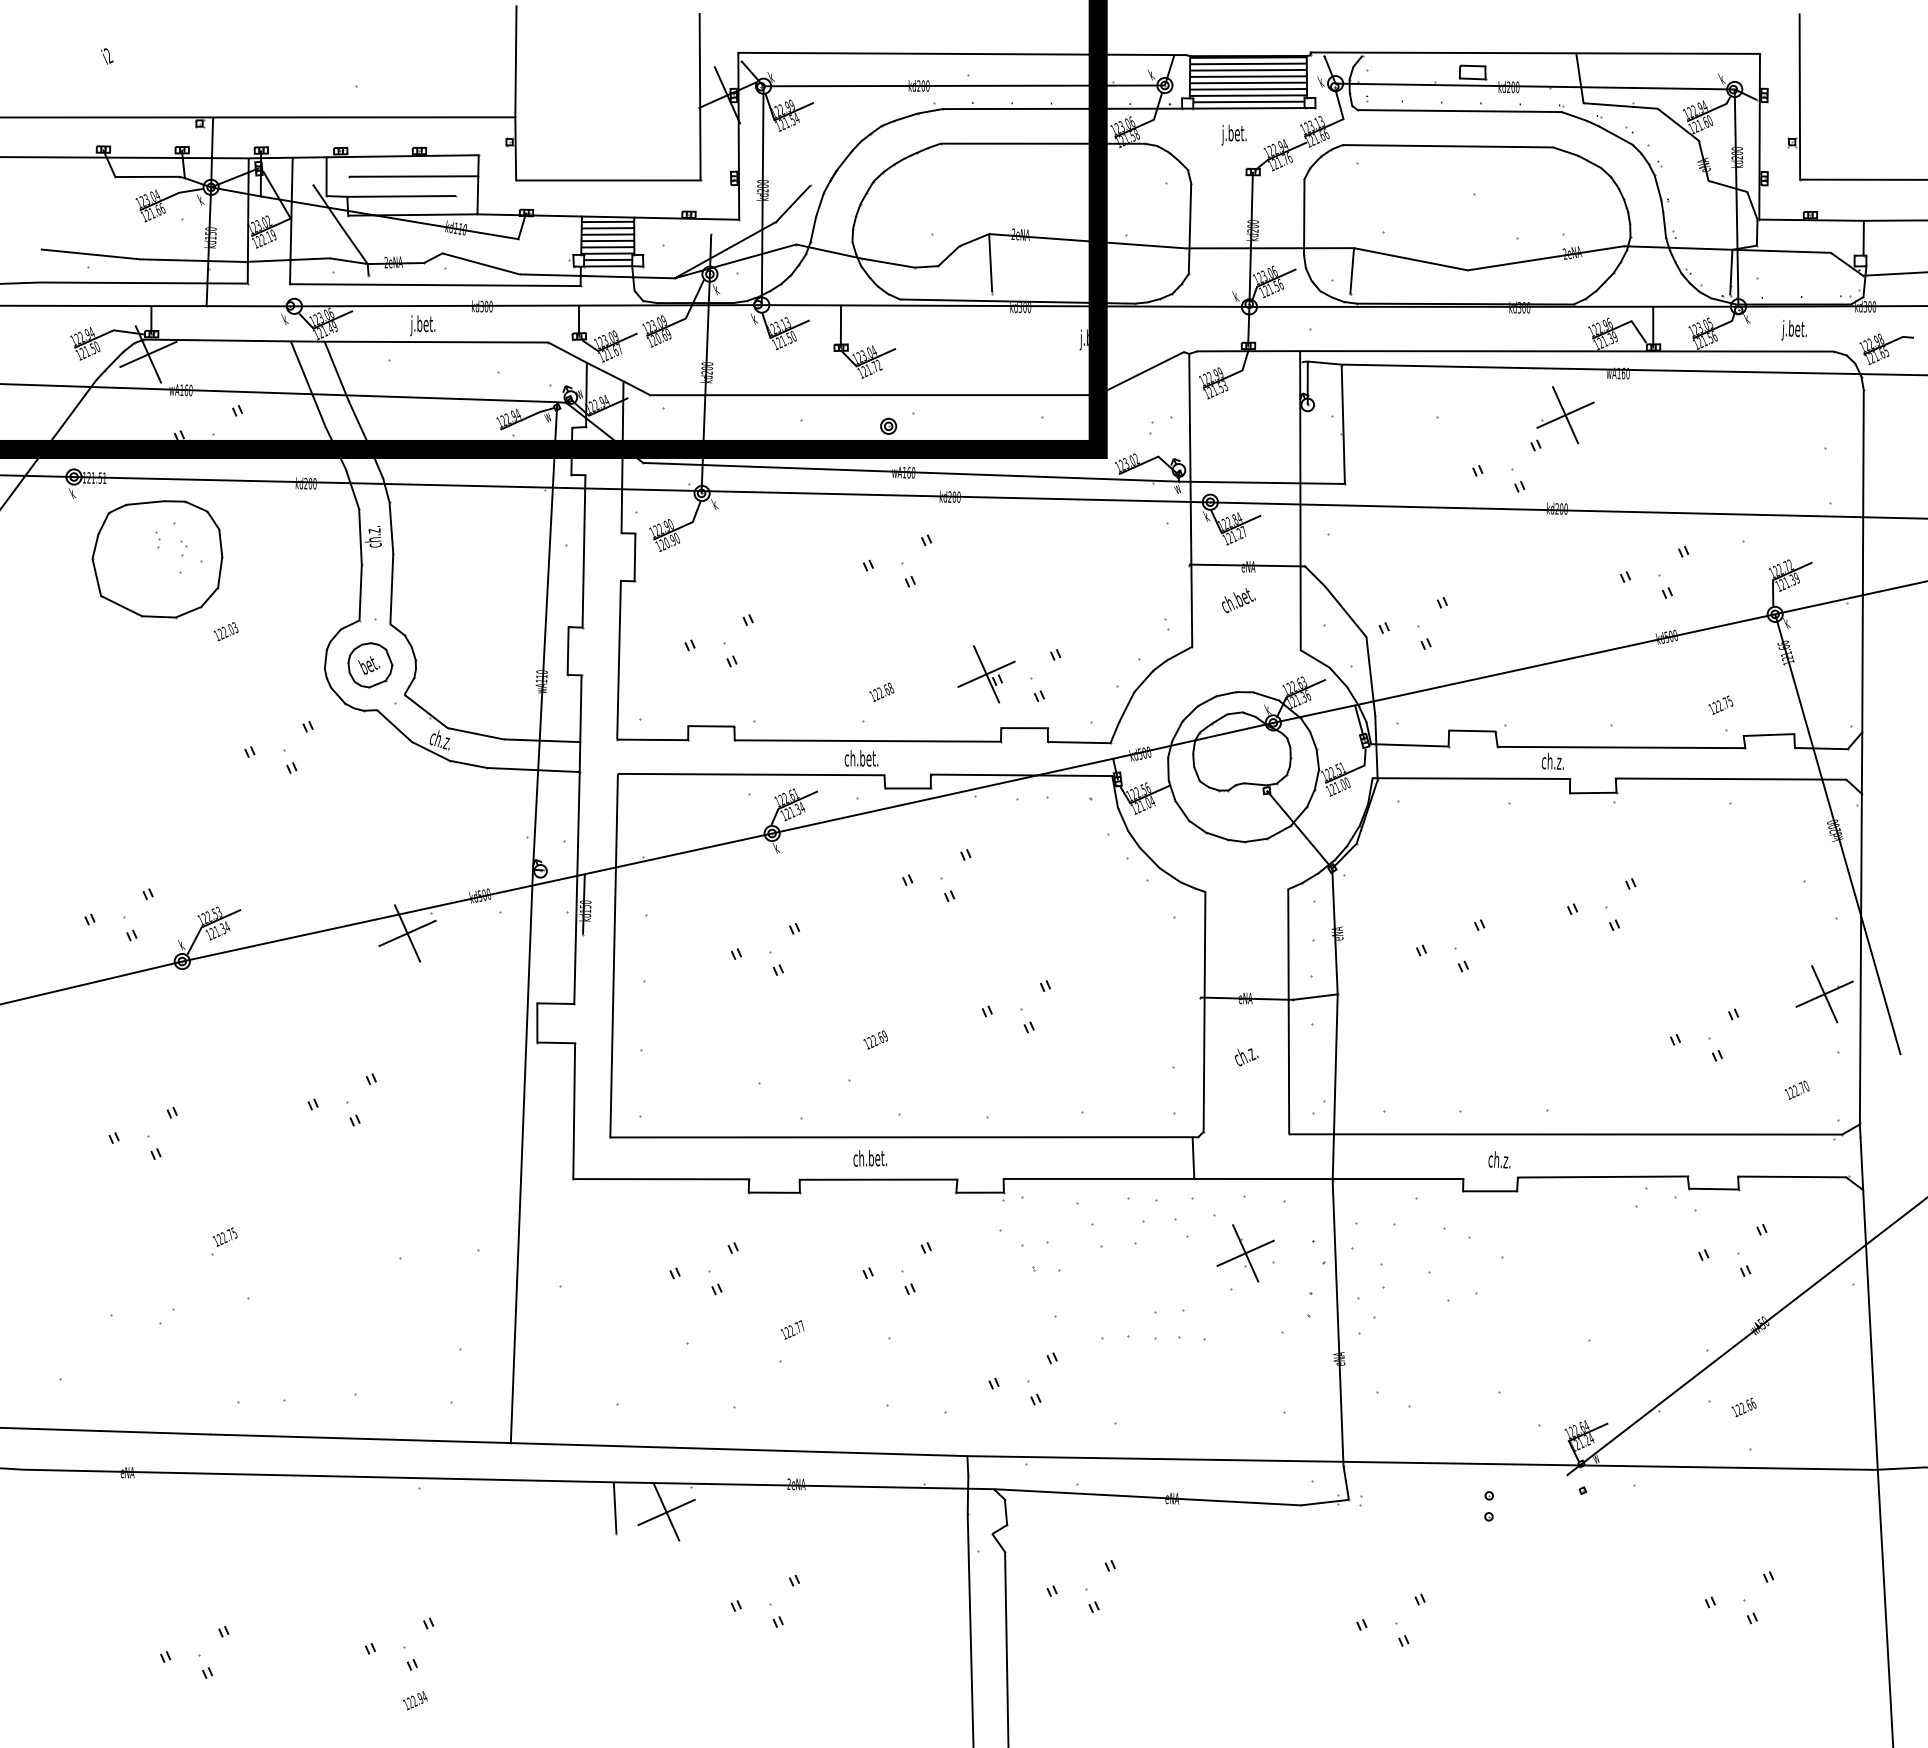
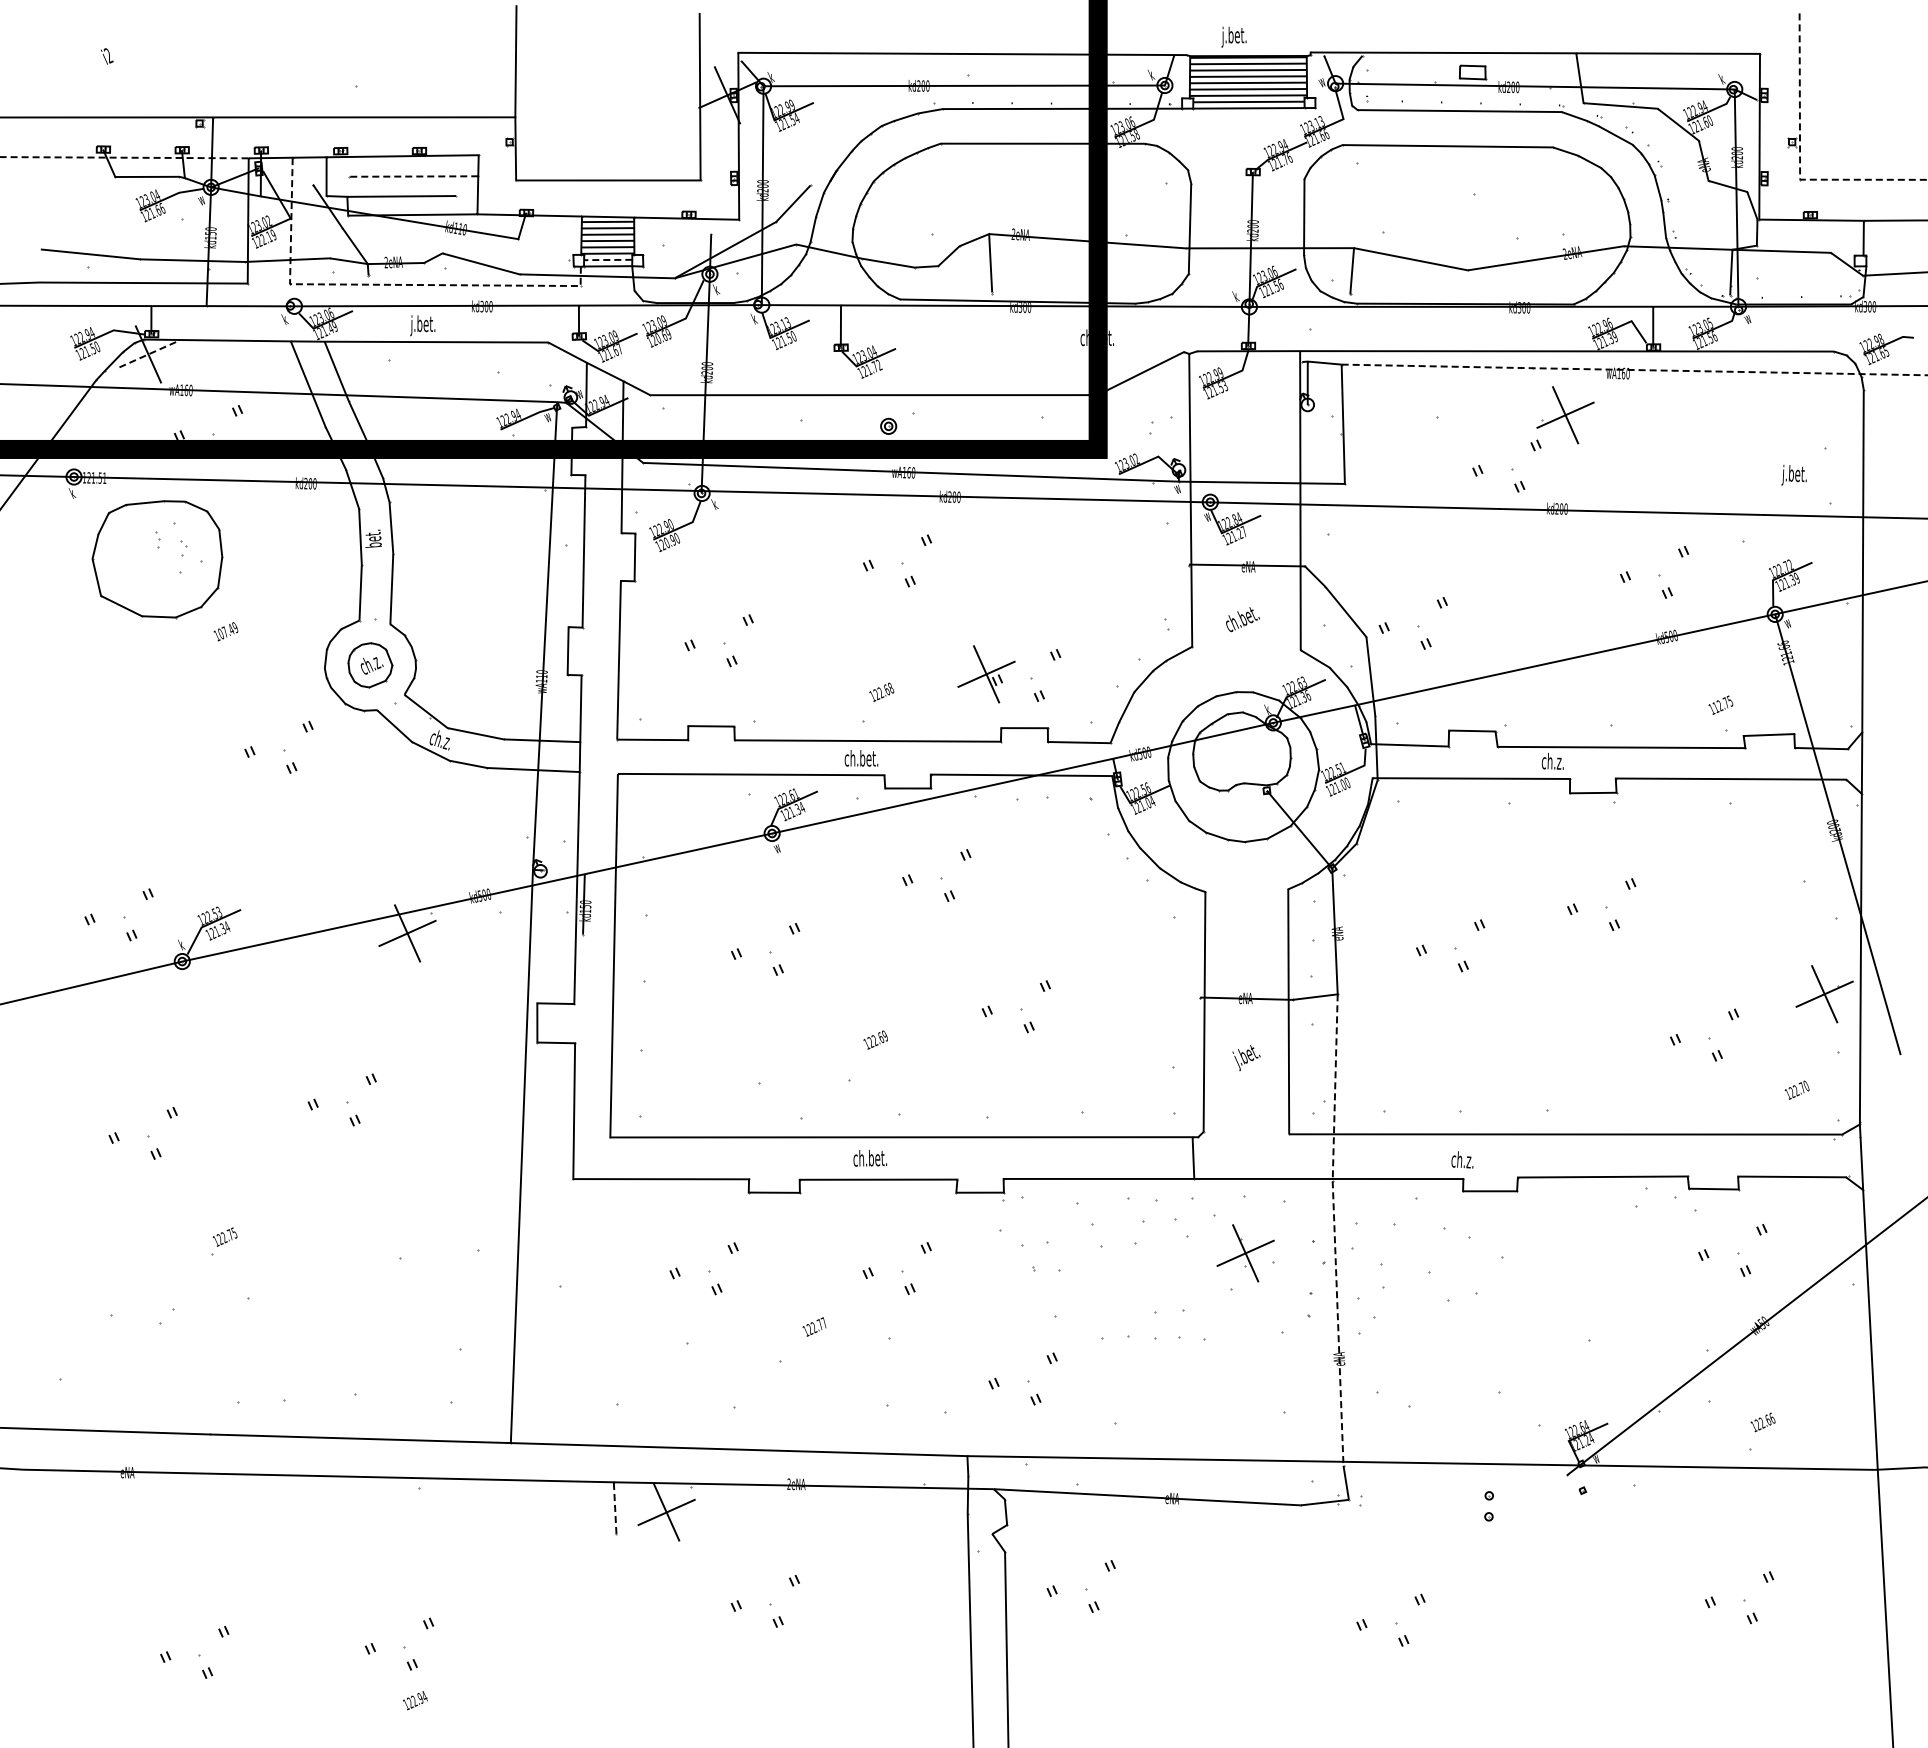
text at (1321, 81): k -> w
text at (1233, 134) position: (1233, 134) -> (1233, 36)
line at (124, 157): solid -> dashed
line at (1800, 160): solid -> dashed
line at (413, 176): solid -> dashed
text at (200, 199): k -> w
line at (607, 260): solid -> dashed
line at (381, 284): solid -> dashed
text at (1747, 318): k -> w
text at (1793, 329) position: (1793, 329) -> (1793, 474)
text at (1096, 339): j.bet. -> ch.bet.
line at (148, 354): solid -> dashed
line at (1633, 370): solid -> dashed
text at (1206, 516): k -> w
text at (373, 536): ch.z. -> bet.
text at (1238, 600) position: (1238, 600) -> (1242, 619)
text at (1787, 623): k -> w
text at (227, 630): 122.03 -> 107.49
text at (370, 665): bet. -> ch.z.
text at (1714, 707): 122.75 -> 112.75
text at (776, 848): k -> w
text at (1246, 1058): ch.z. -> j.bet.
text at (1499, 1159) position: (1499, 1159) -> (1462, 1159)
line at (1334, 1229): solid -> dashed
text at (792, 1329) position: (792, 1329) -> (814, 1326)
text at (1743, 1407) position: (1743, 1407) -> (1762, 1422)
line at (615, 1508): solid -> dashed
